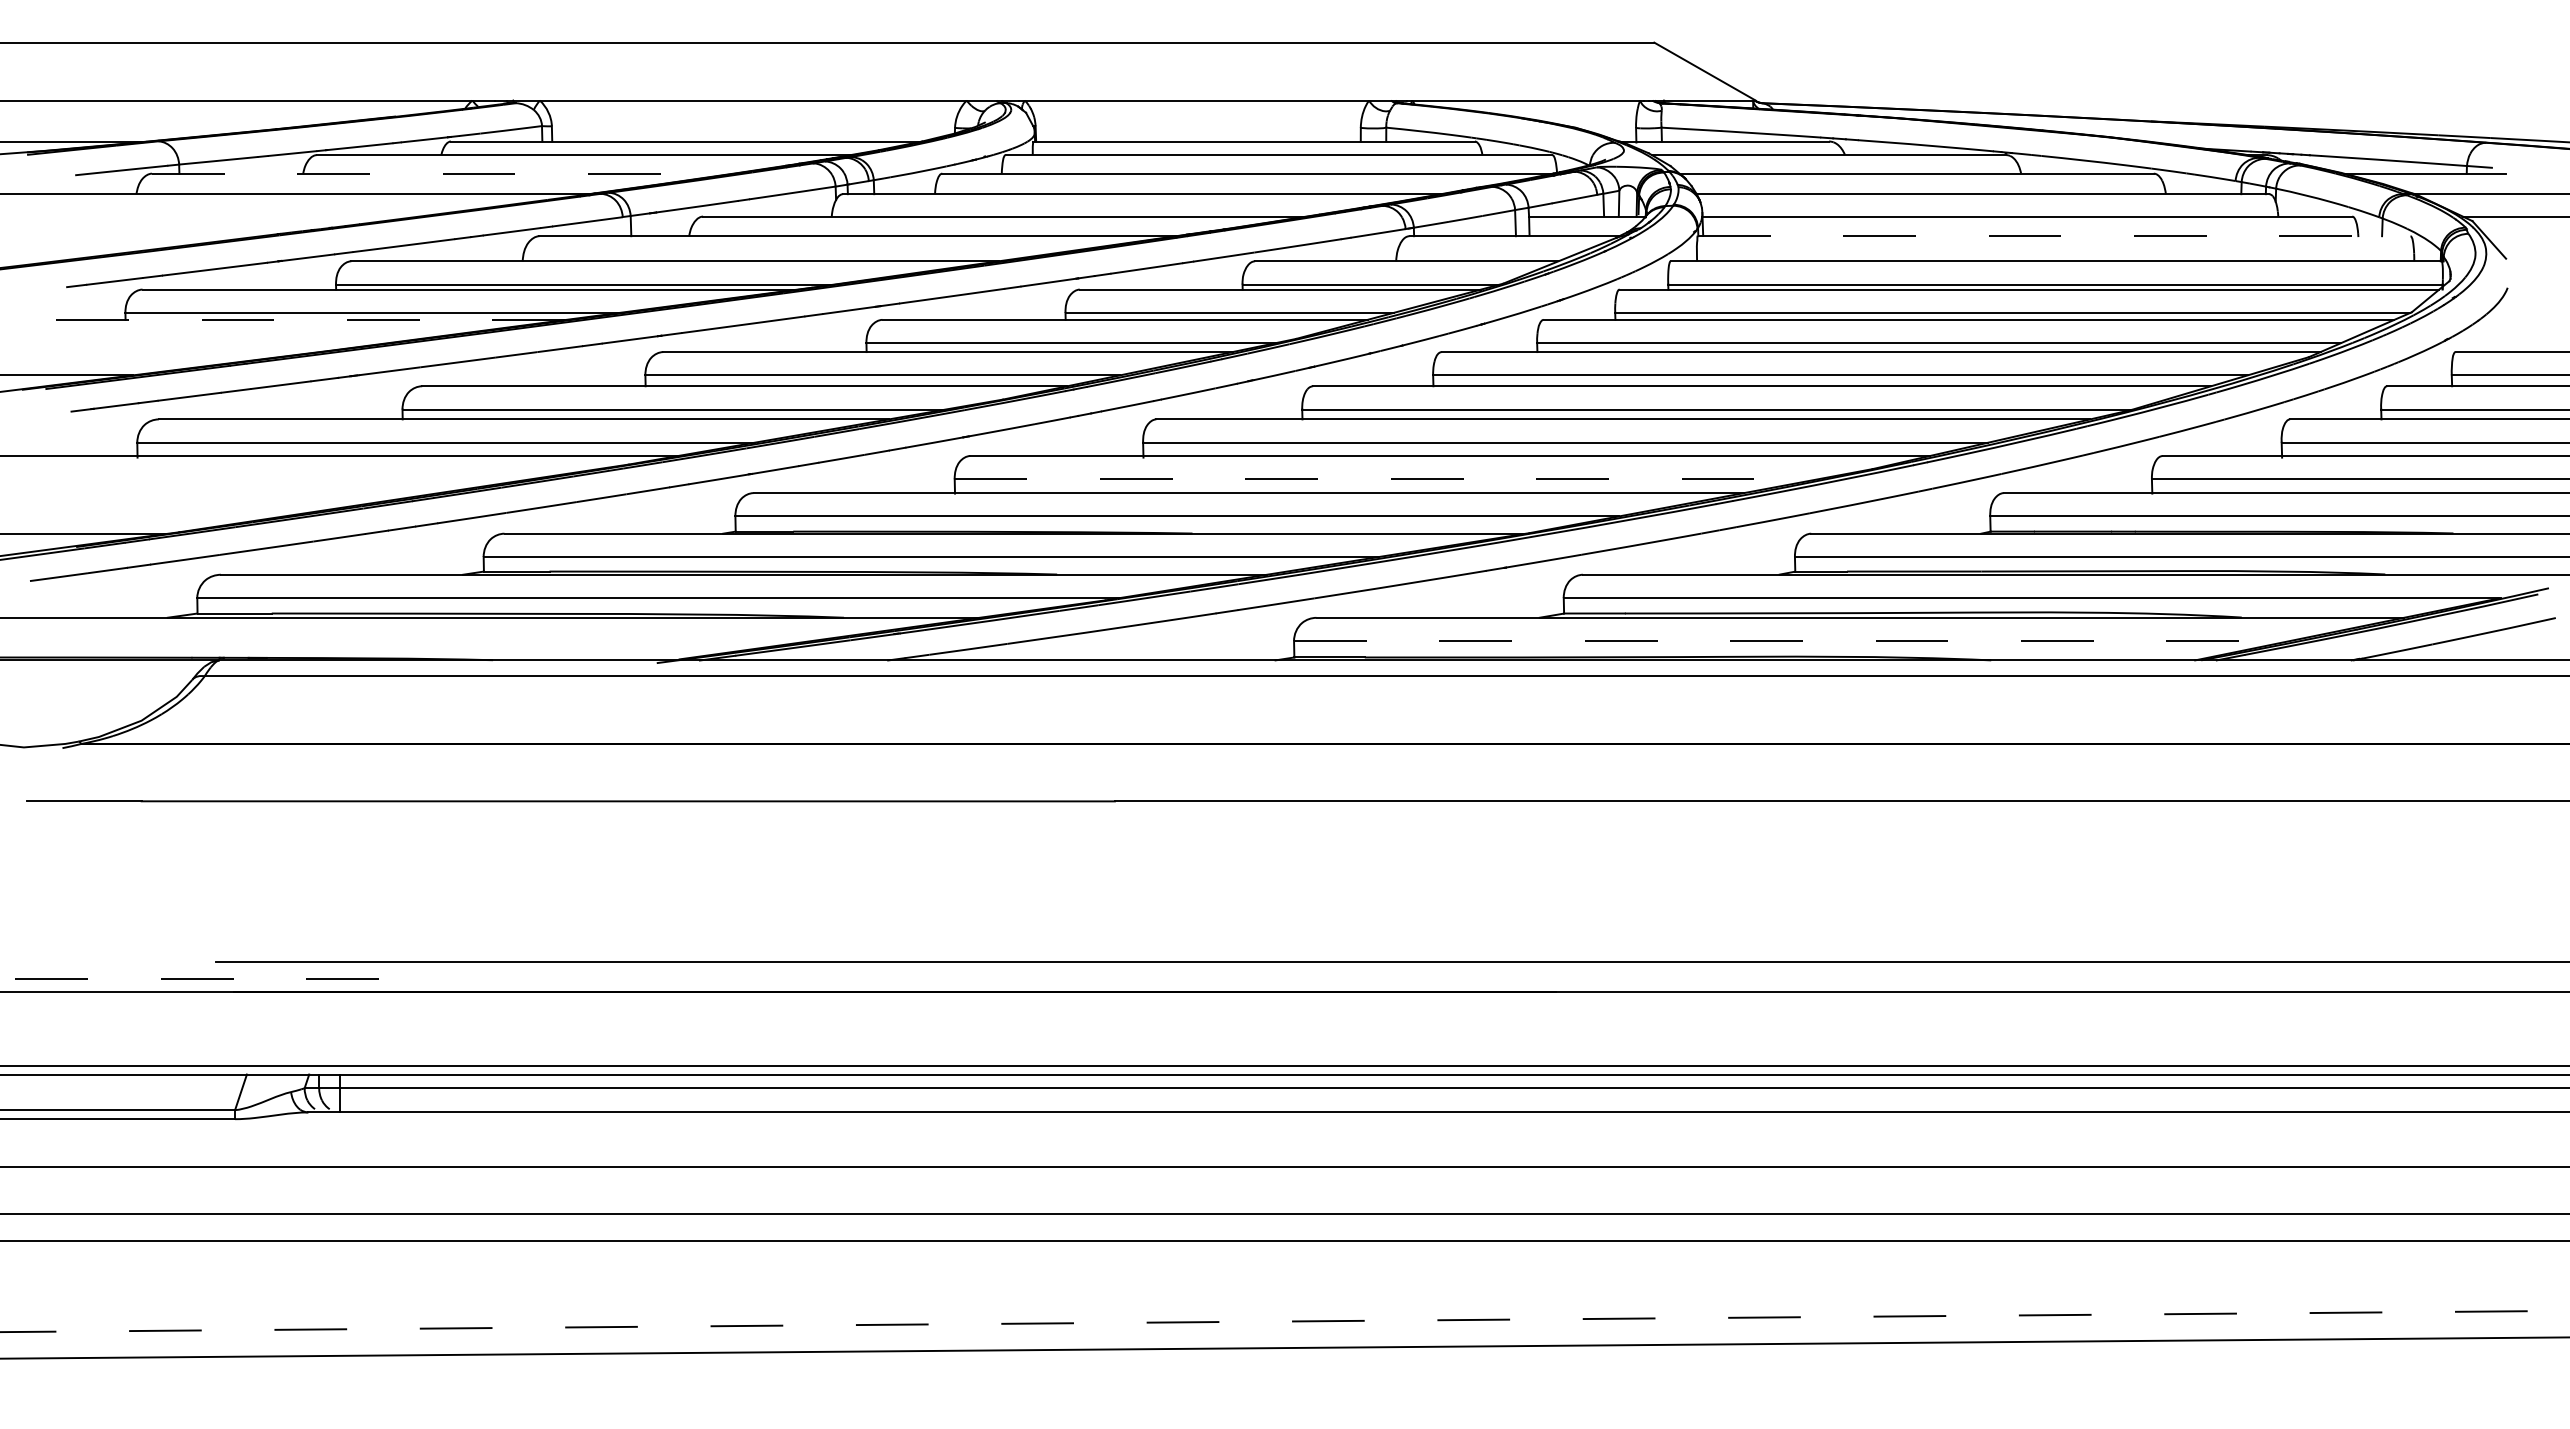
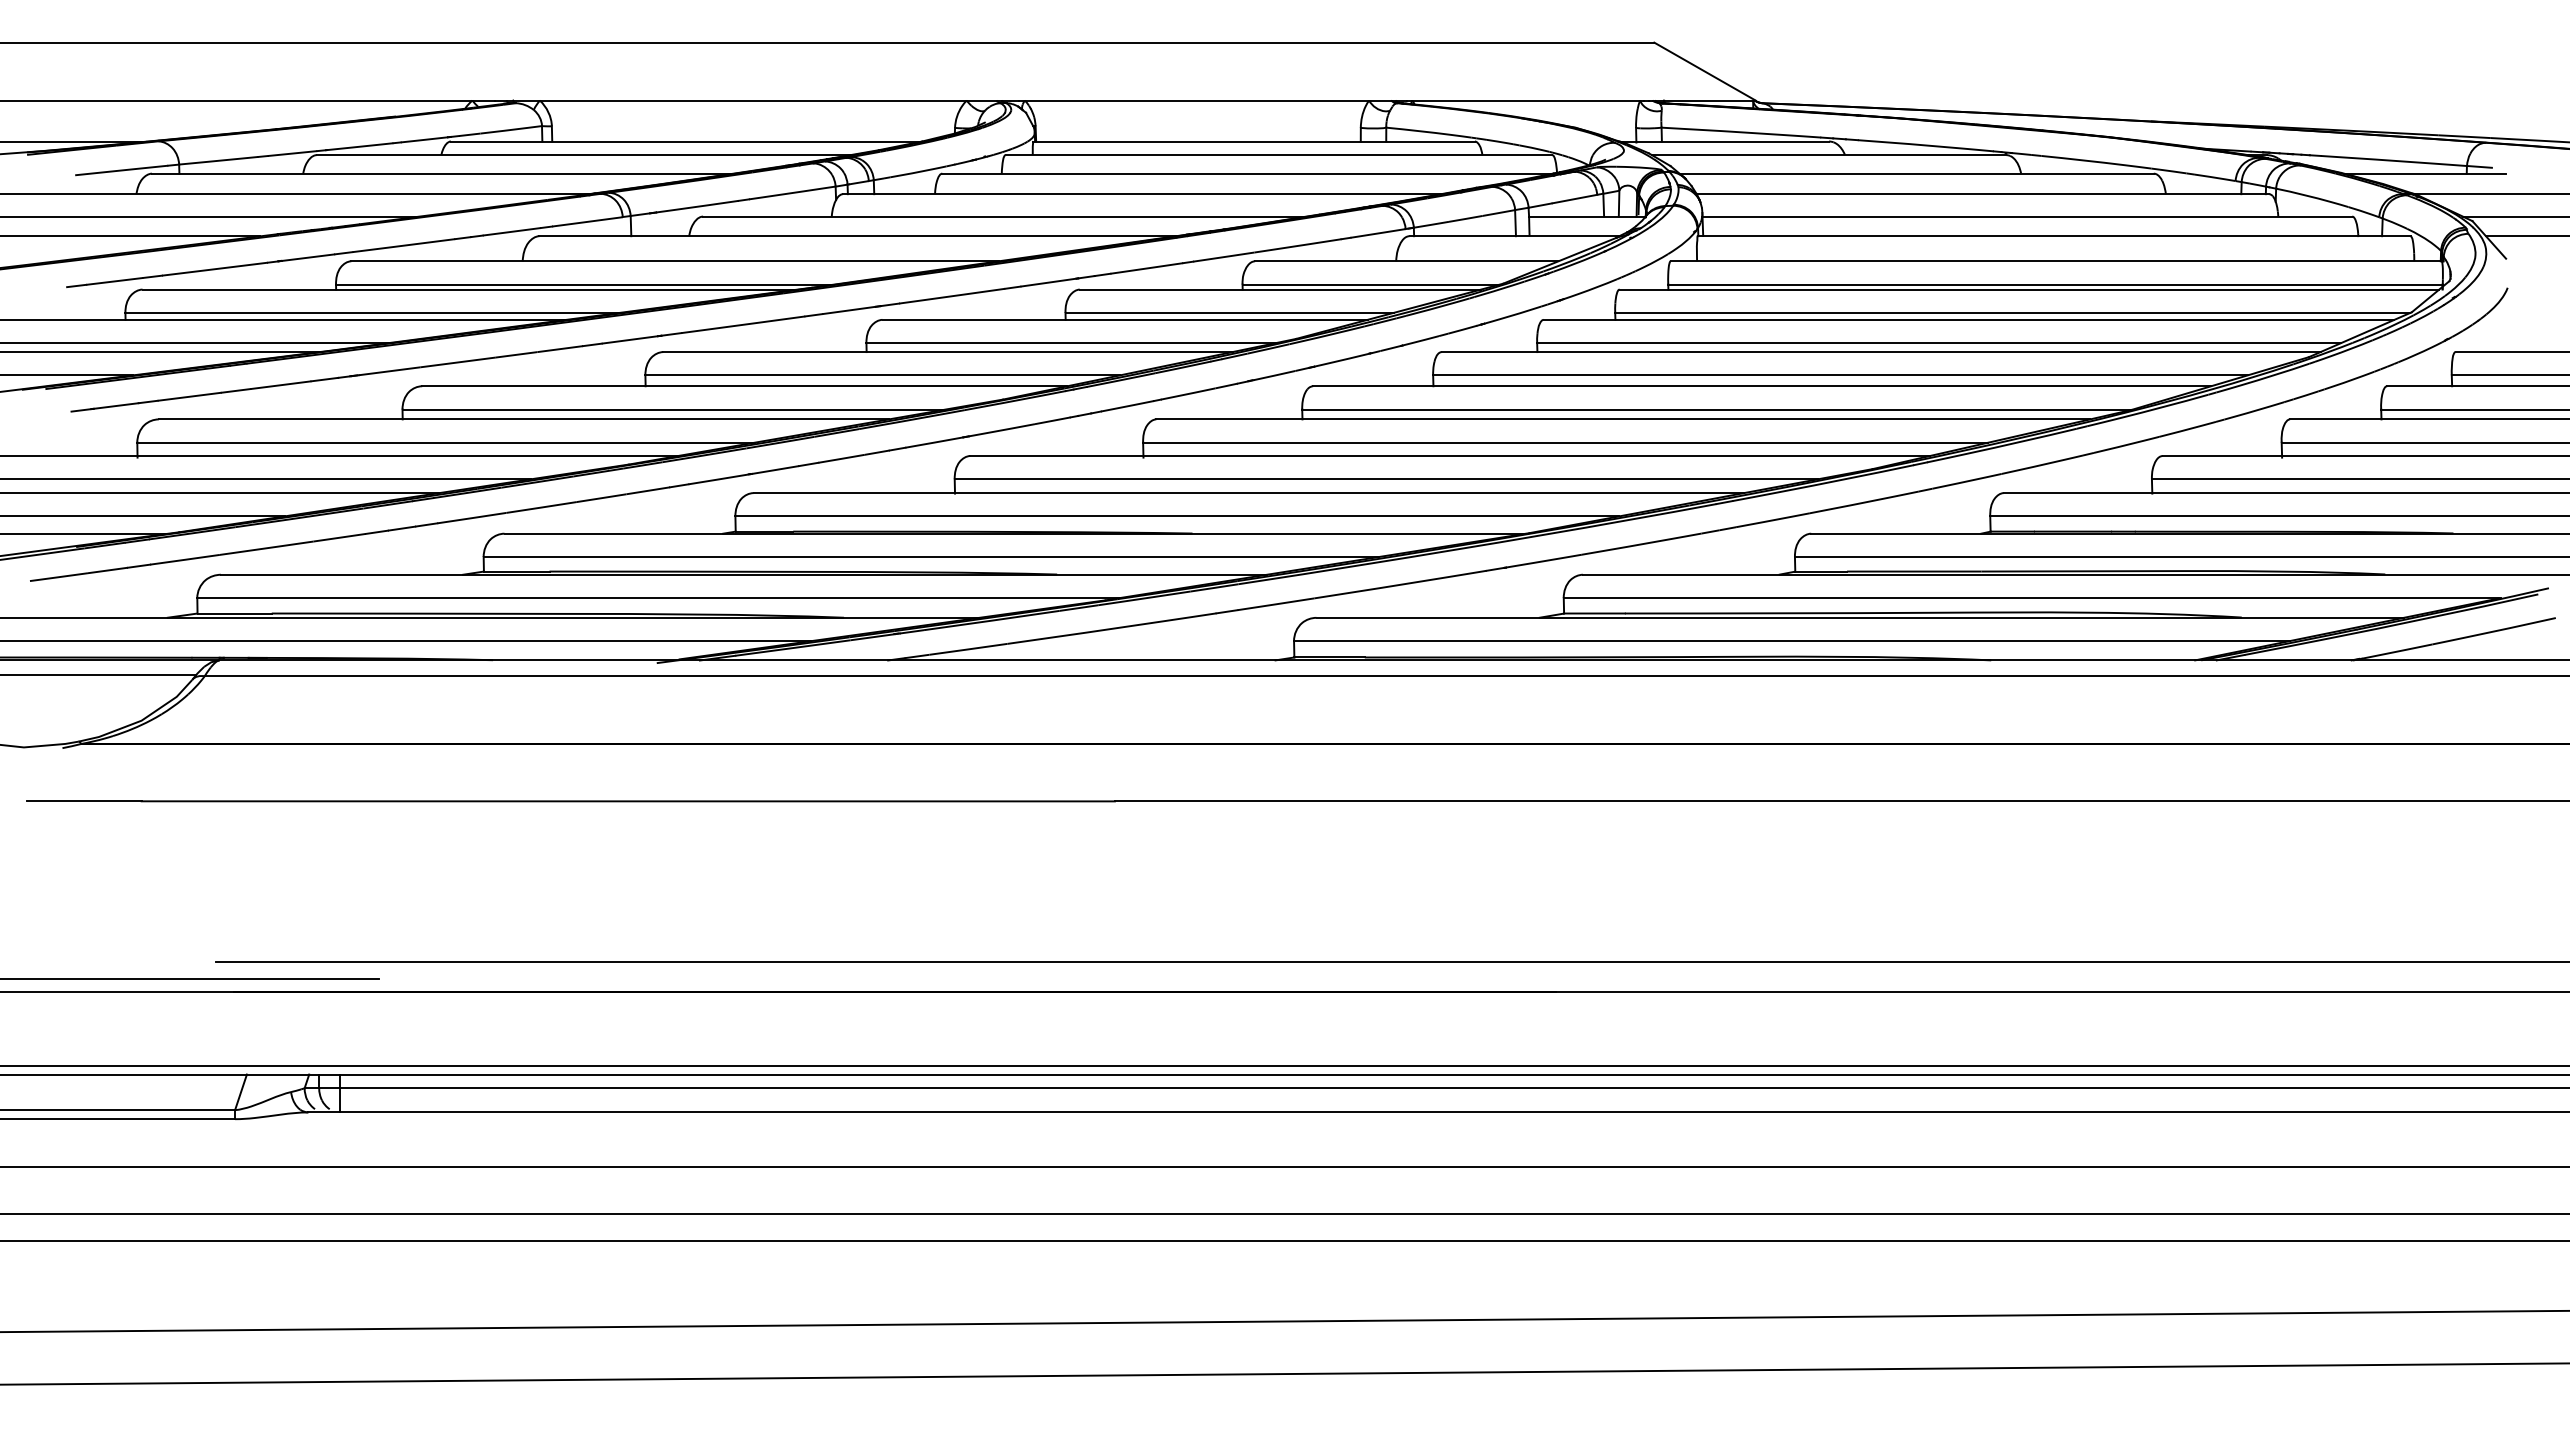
line at (442, 173): dashed -> solid
line at (209, 216): none -> present
line at (130, 236): none -> present
line at (2054, 236): dashed -> solid
line at (2525, 236): none -> present
line at (283, 319): dashed -> solid
line at (195, 343): none -> present
line at (160, 352): none -> present
line at (266, 479): none -> present
line at (1386, 479): dashed -> solid
line at (220, 493): none -> present
line at (143, 516): none -> present
line at (406, 641): none -> present
line at (1791, 641): dashed -> solid
line at (99, 674): none -> present
line at (189, 978): dashed -> solid
line at (1284, 1321): dashed -> solid
line at (1284, 1347) position: (1284, 1347) -> (1284, 1373)
